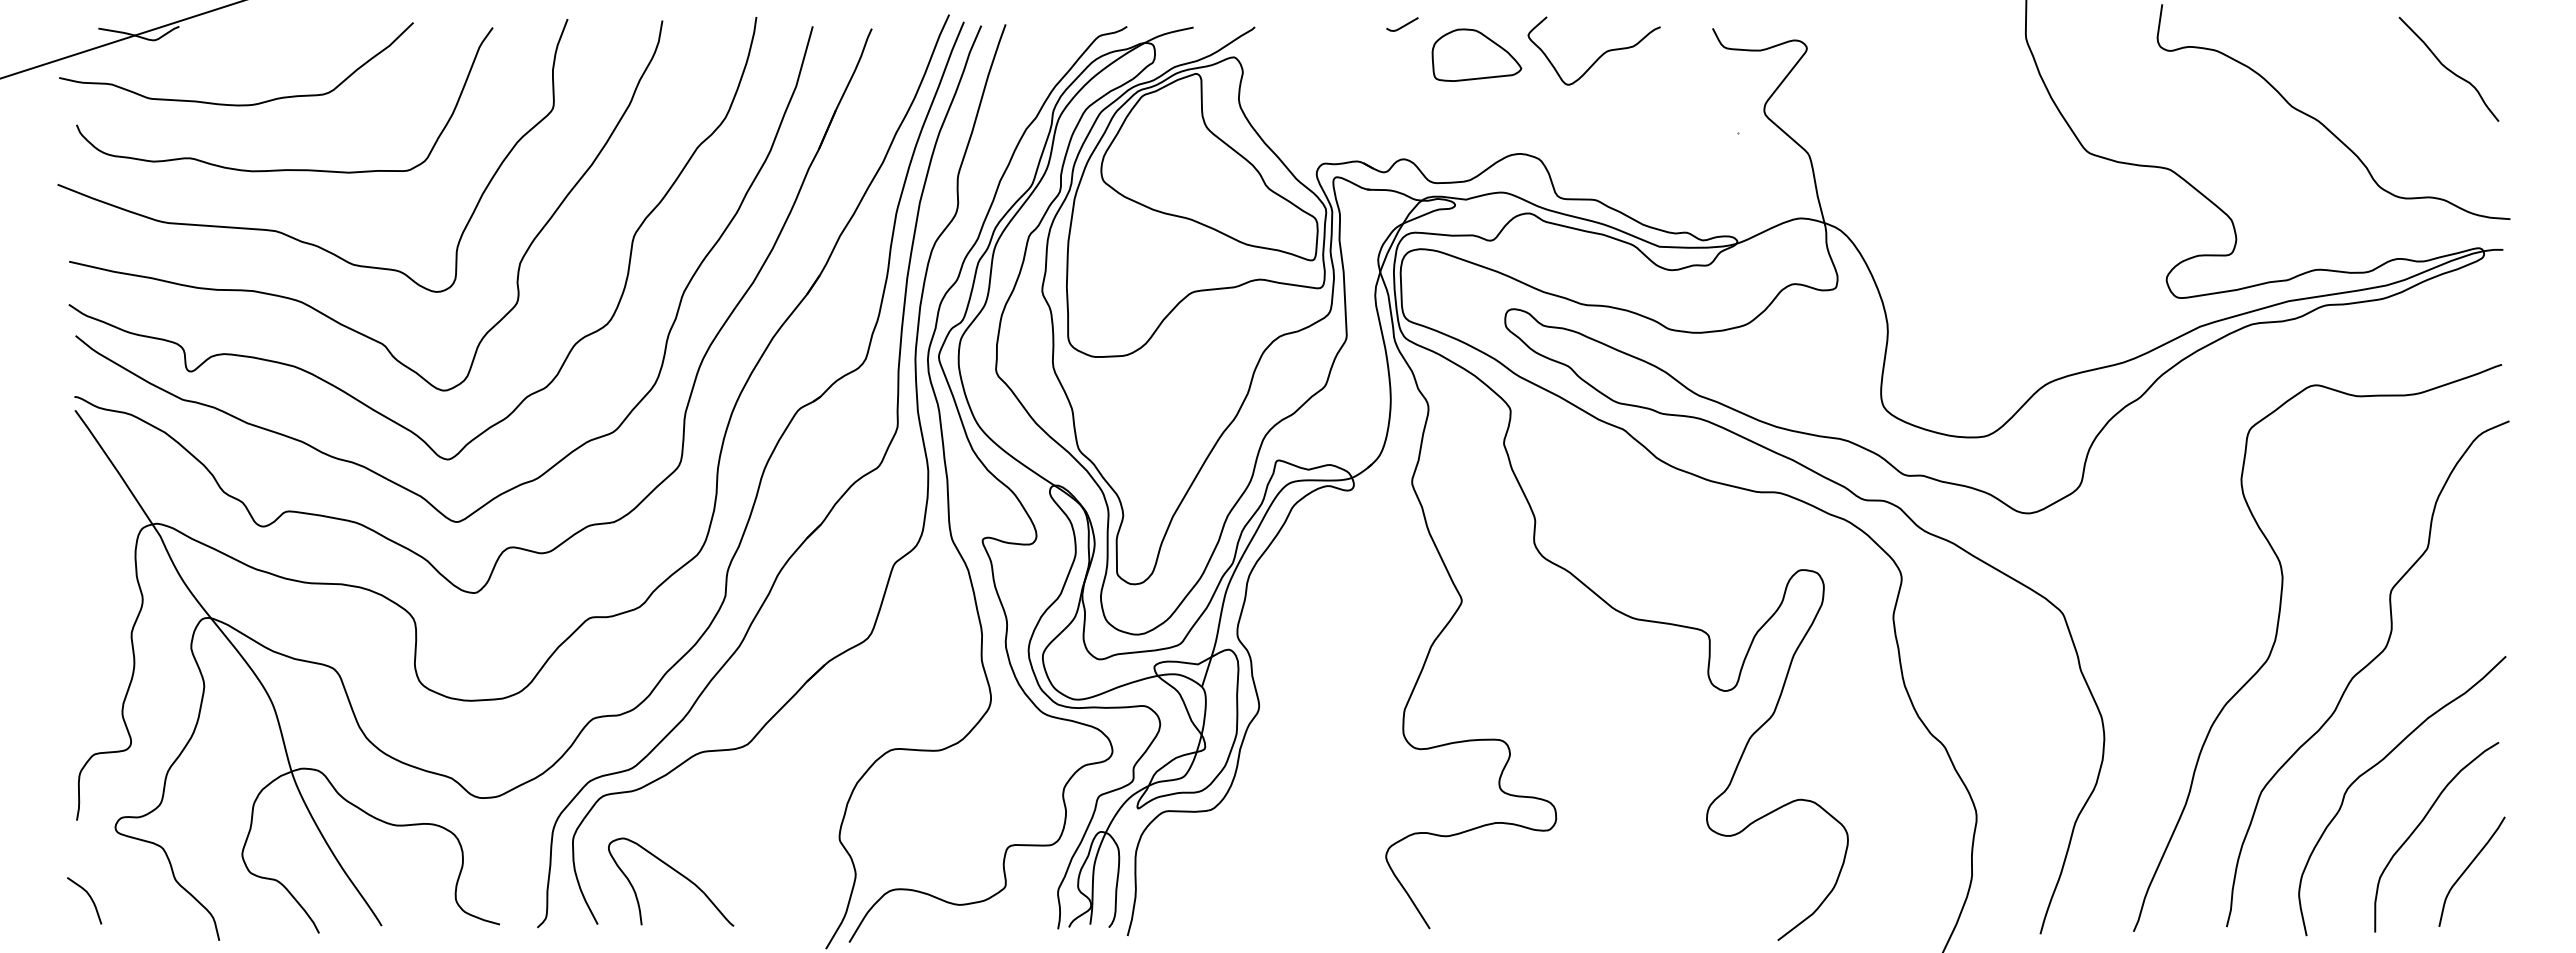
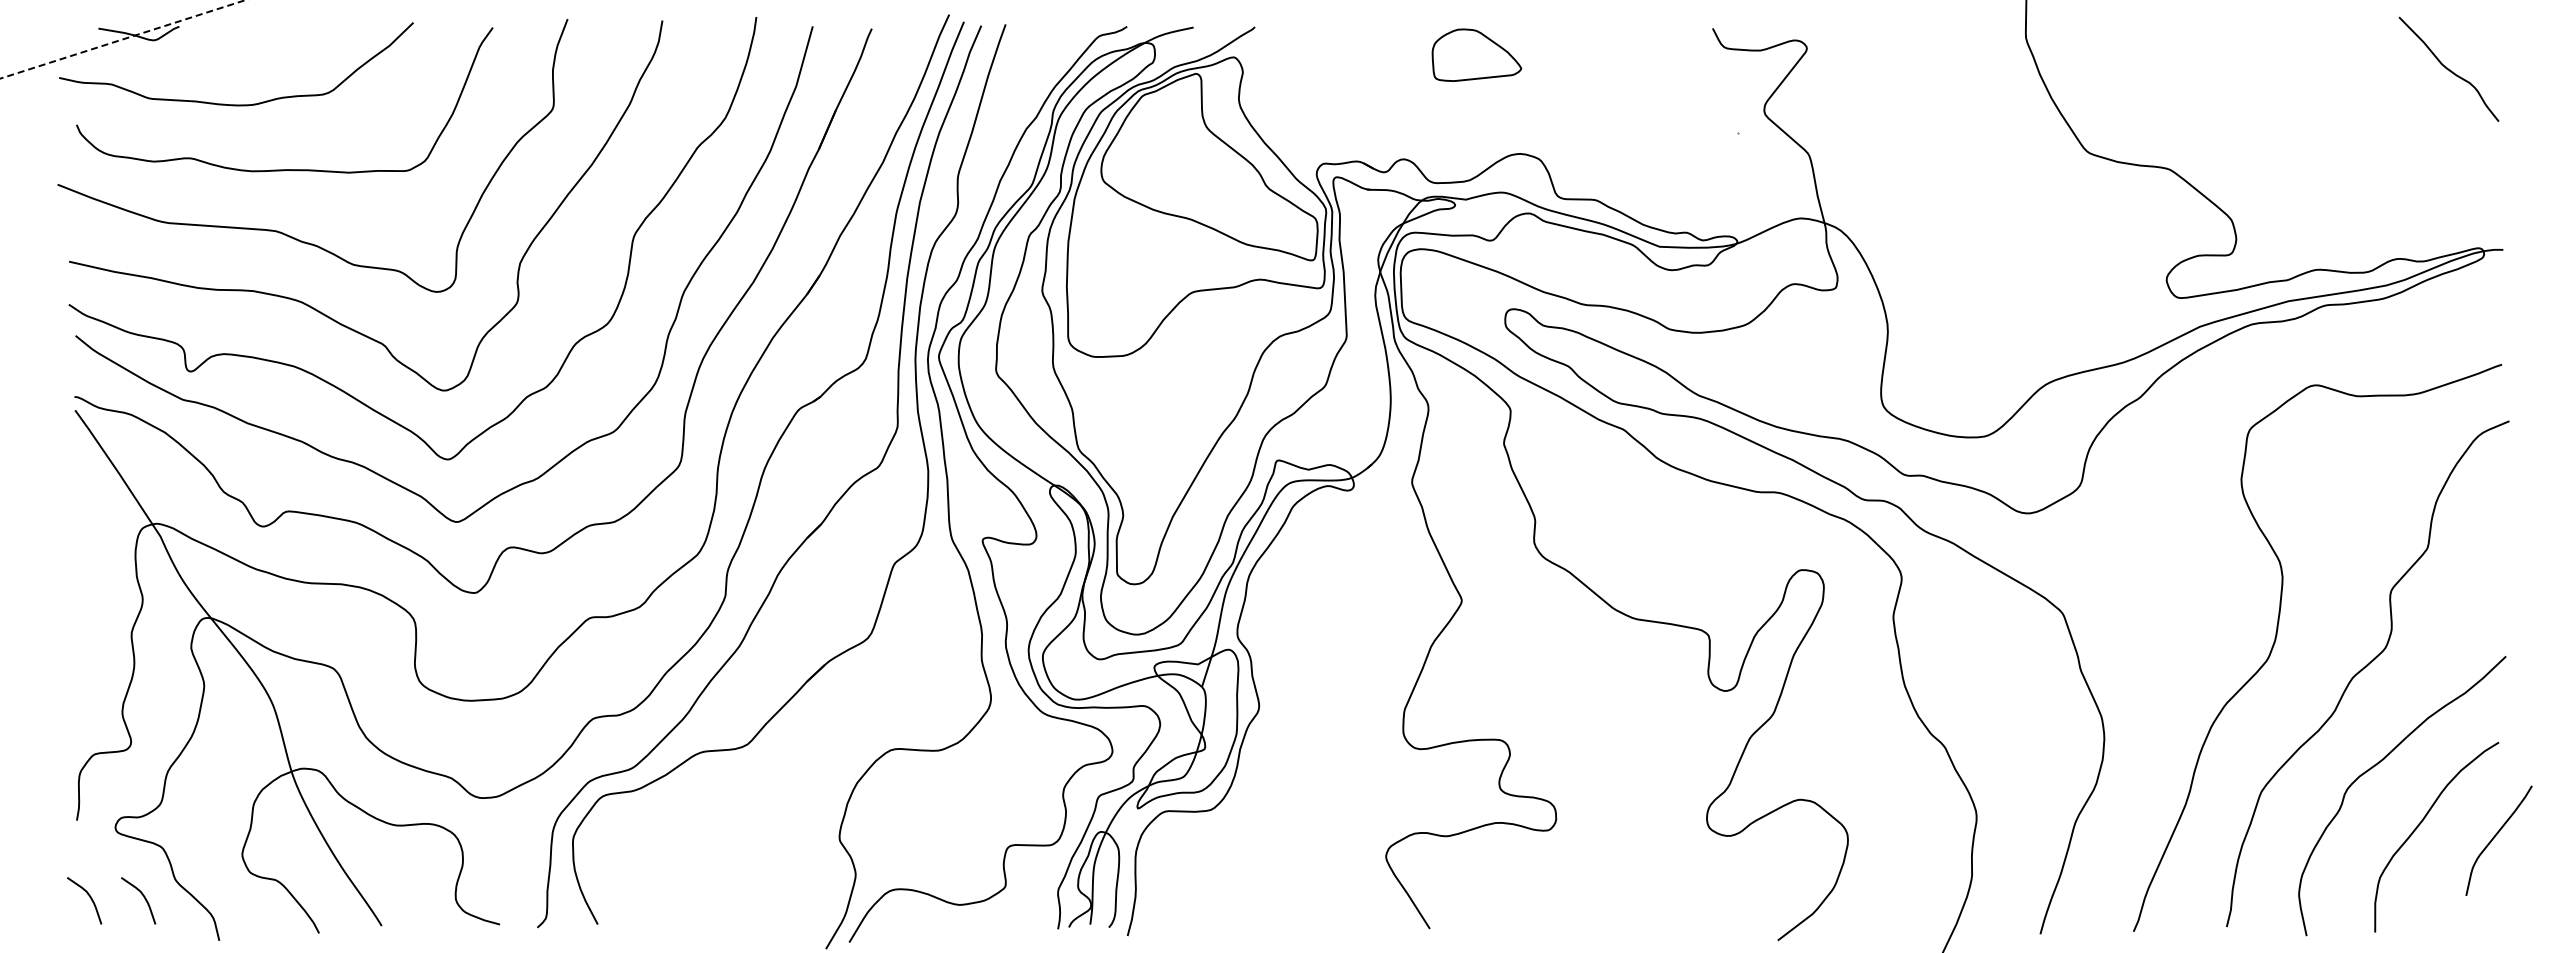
curve at (1402, 25): present -> none
line at (123, 39): solid -> dashed
curve at (1599, 56): present -> none
curve at (2324, 124): present -> none
curve at (2468, 868) position: (2468, 868) -> (2495, 837)
curve at (677, 873): present -> none
curve at (143, 897): none -> present
